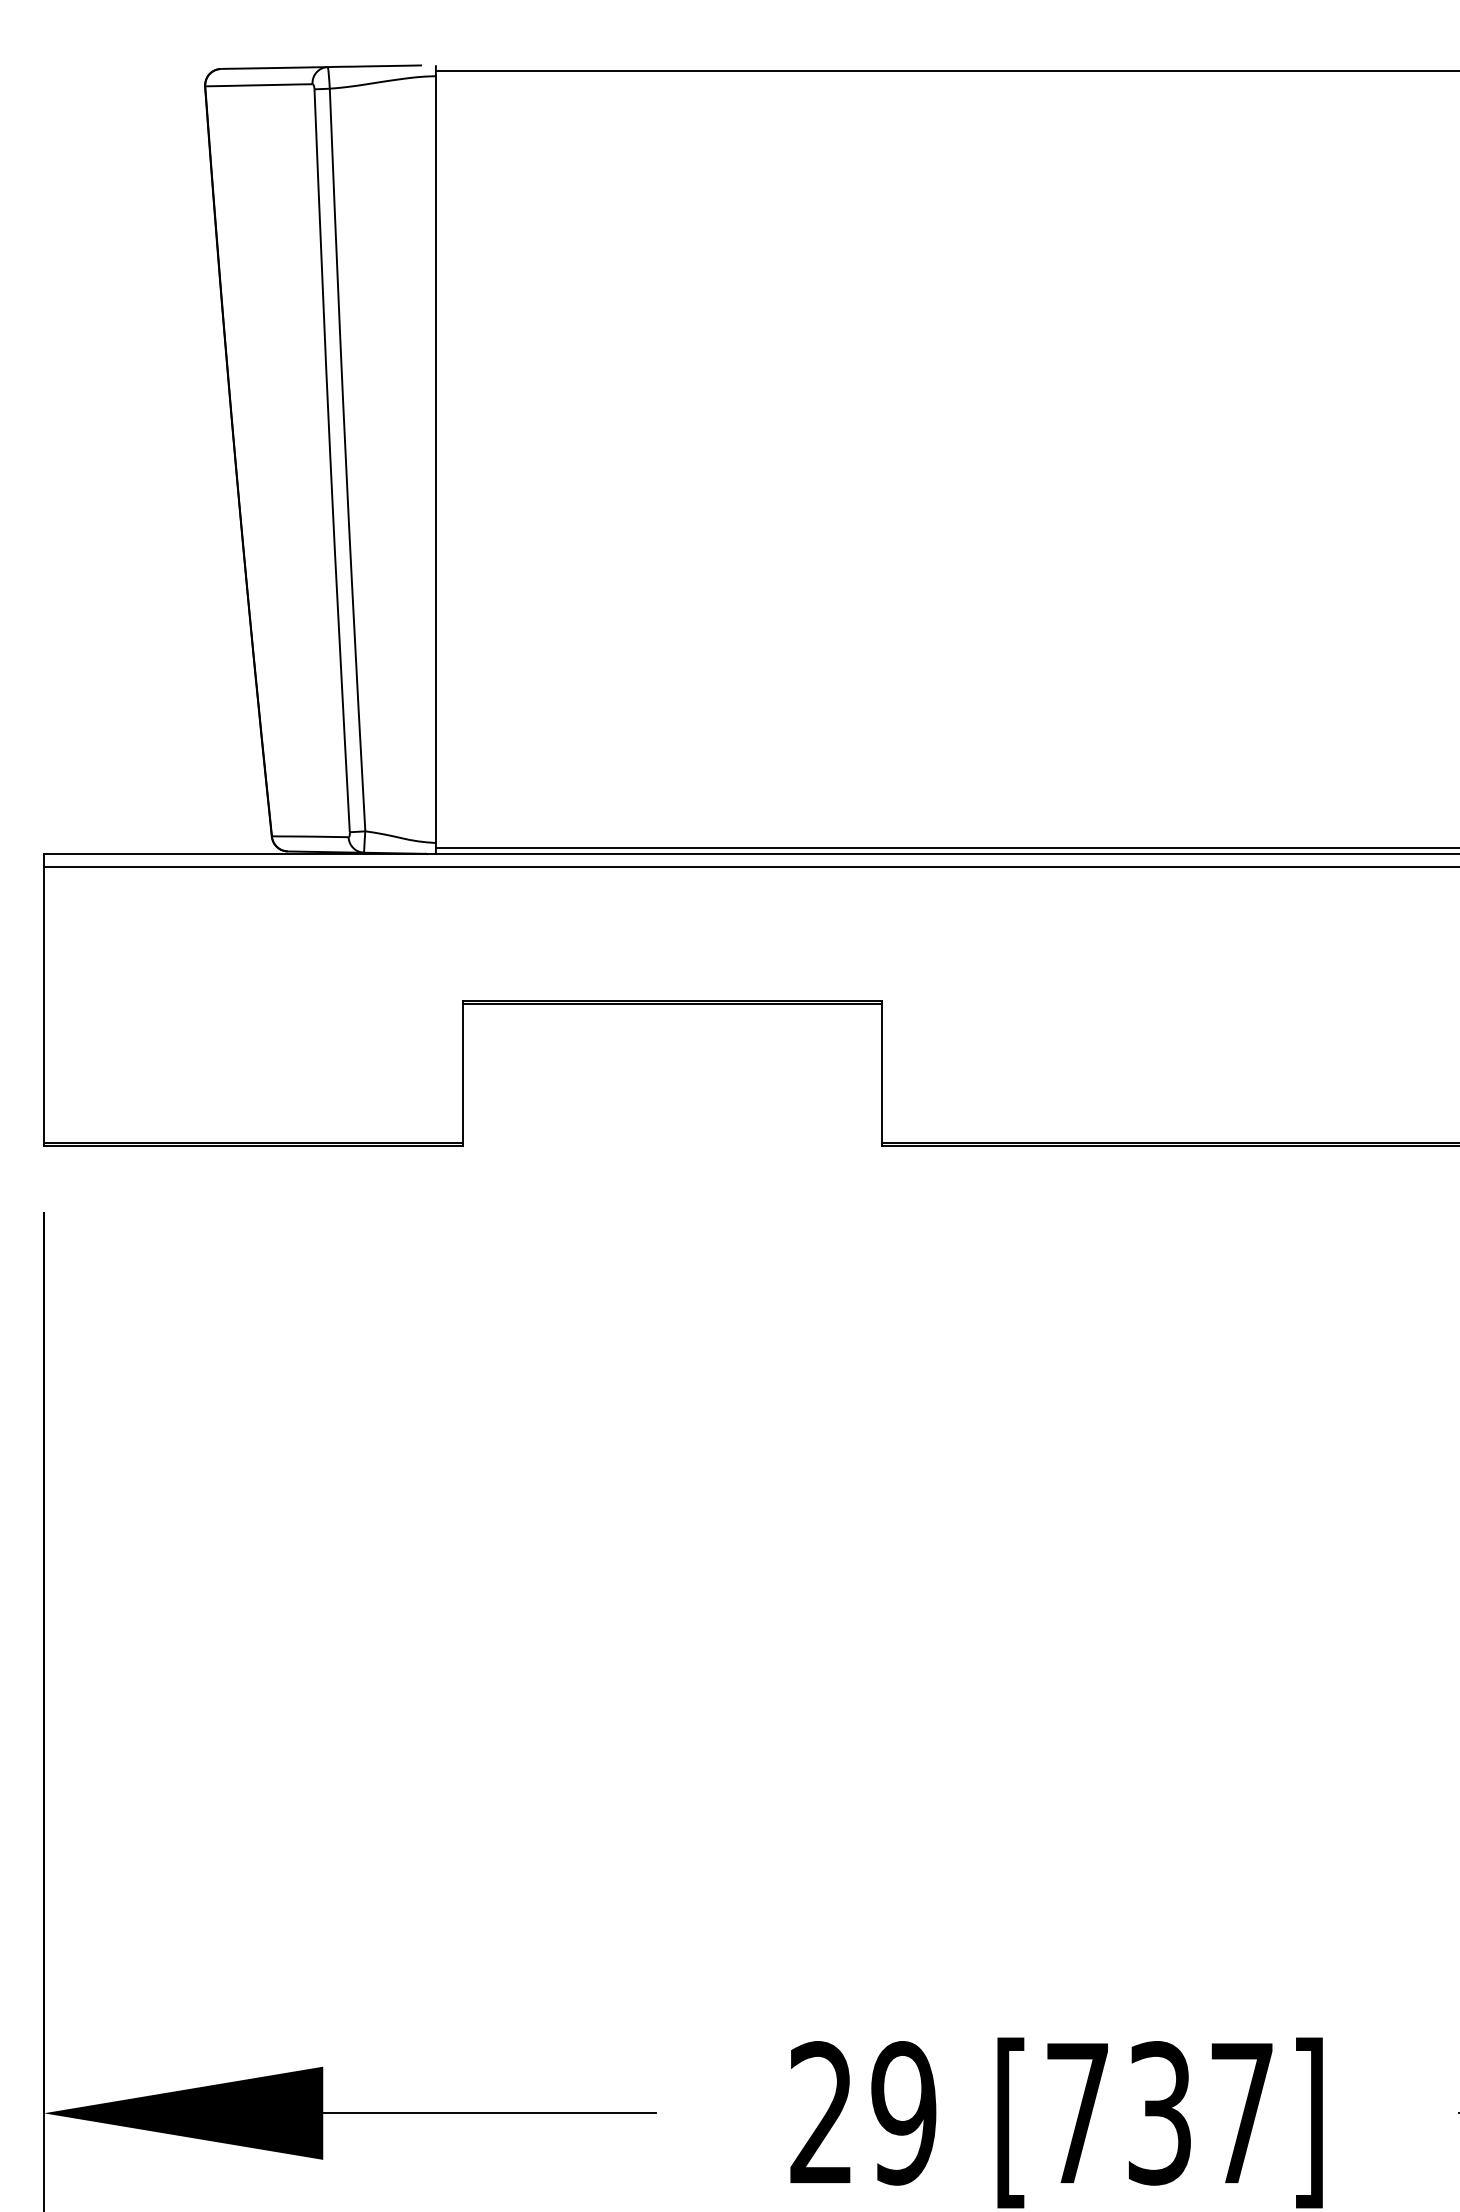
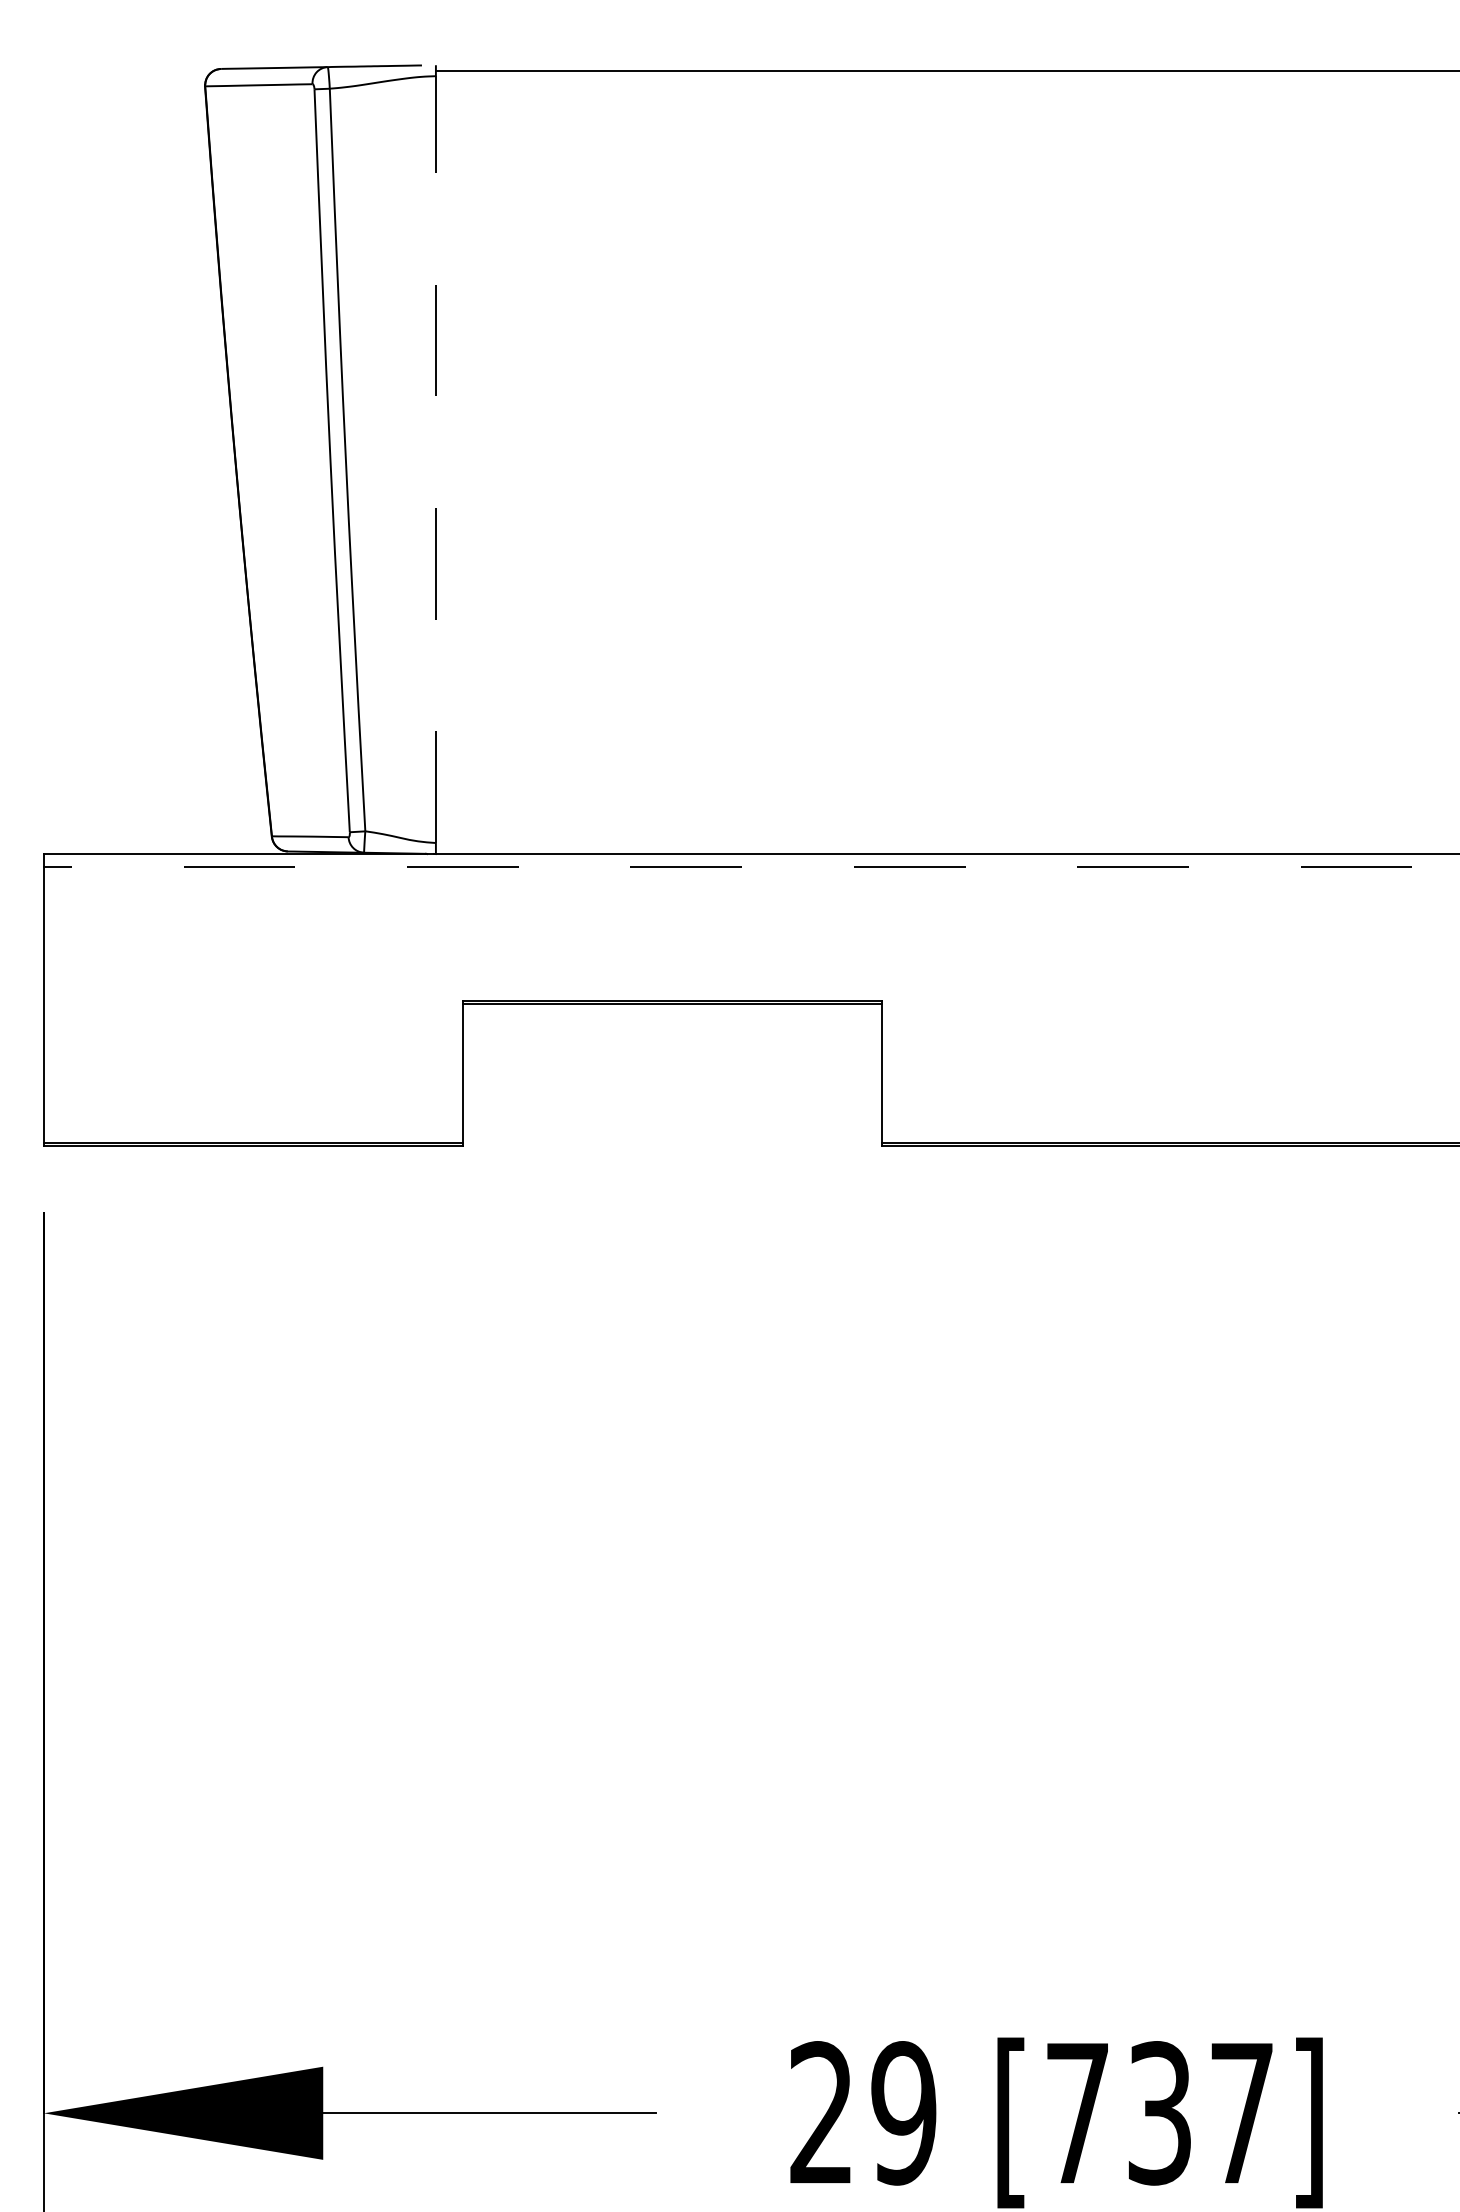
line at (435, 459): solid -> dashed
line at (945, 848): present -> none
line at (751, 867): solid -> dashed
